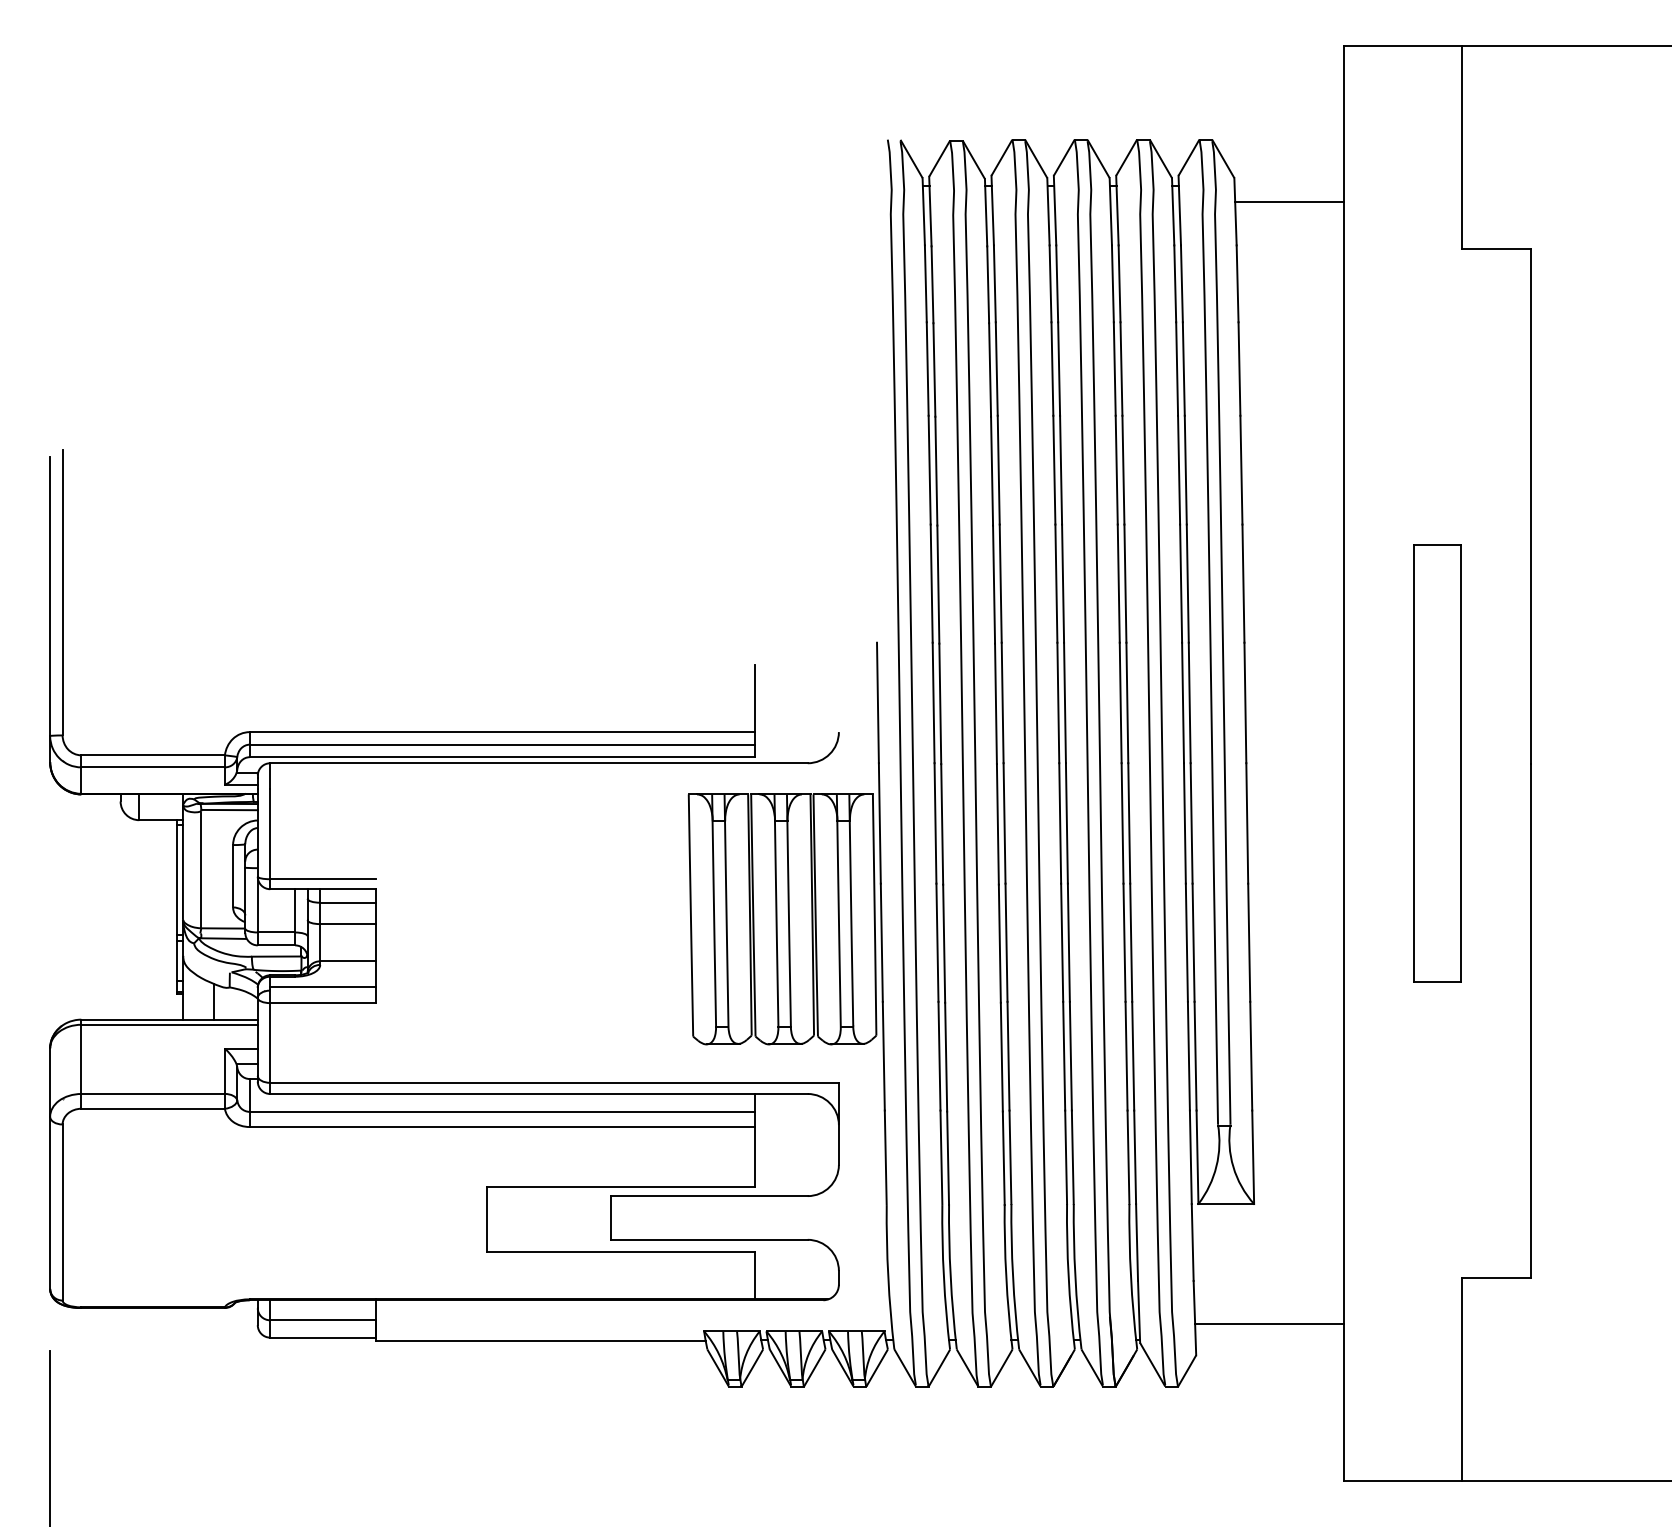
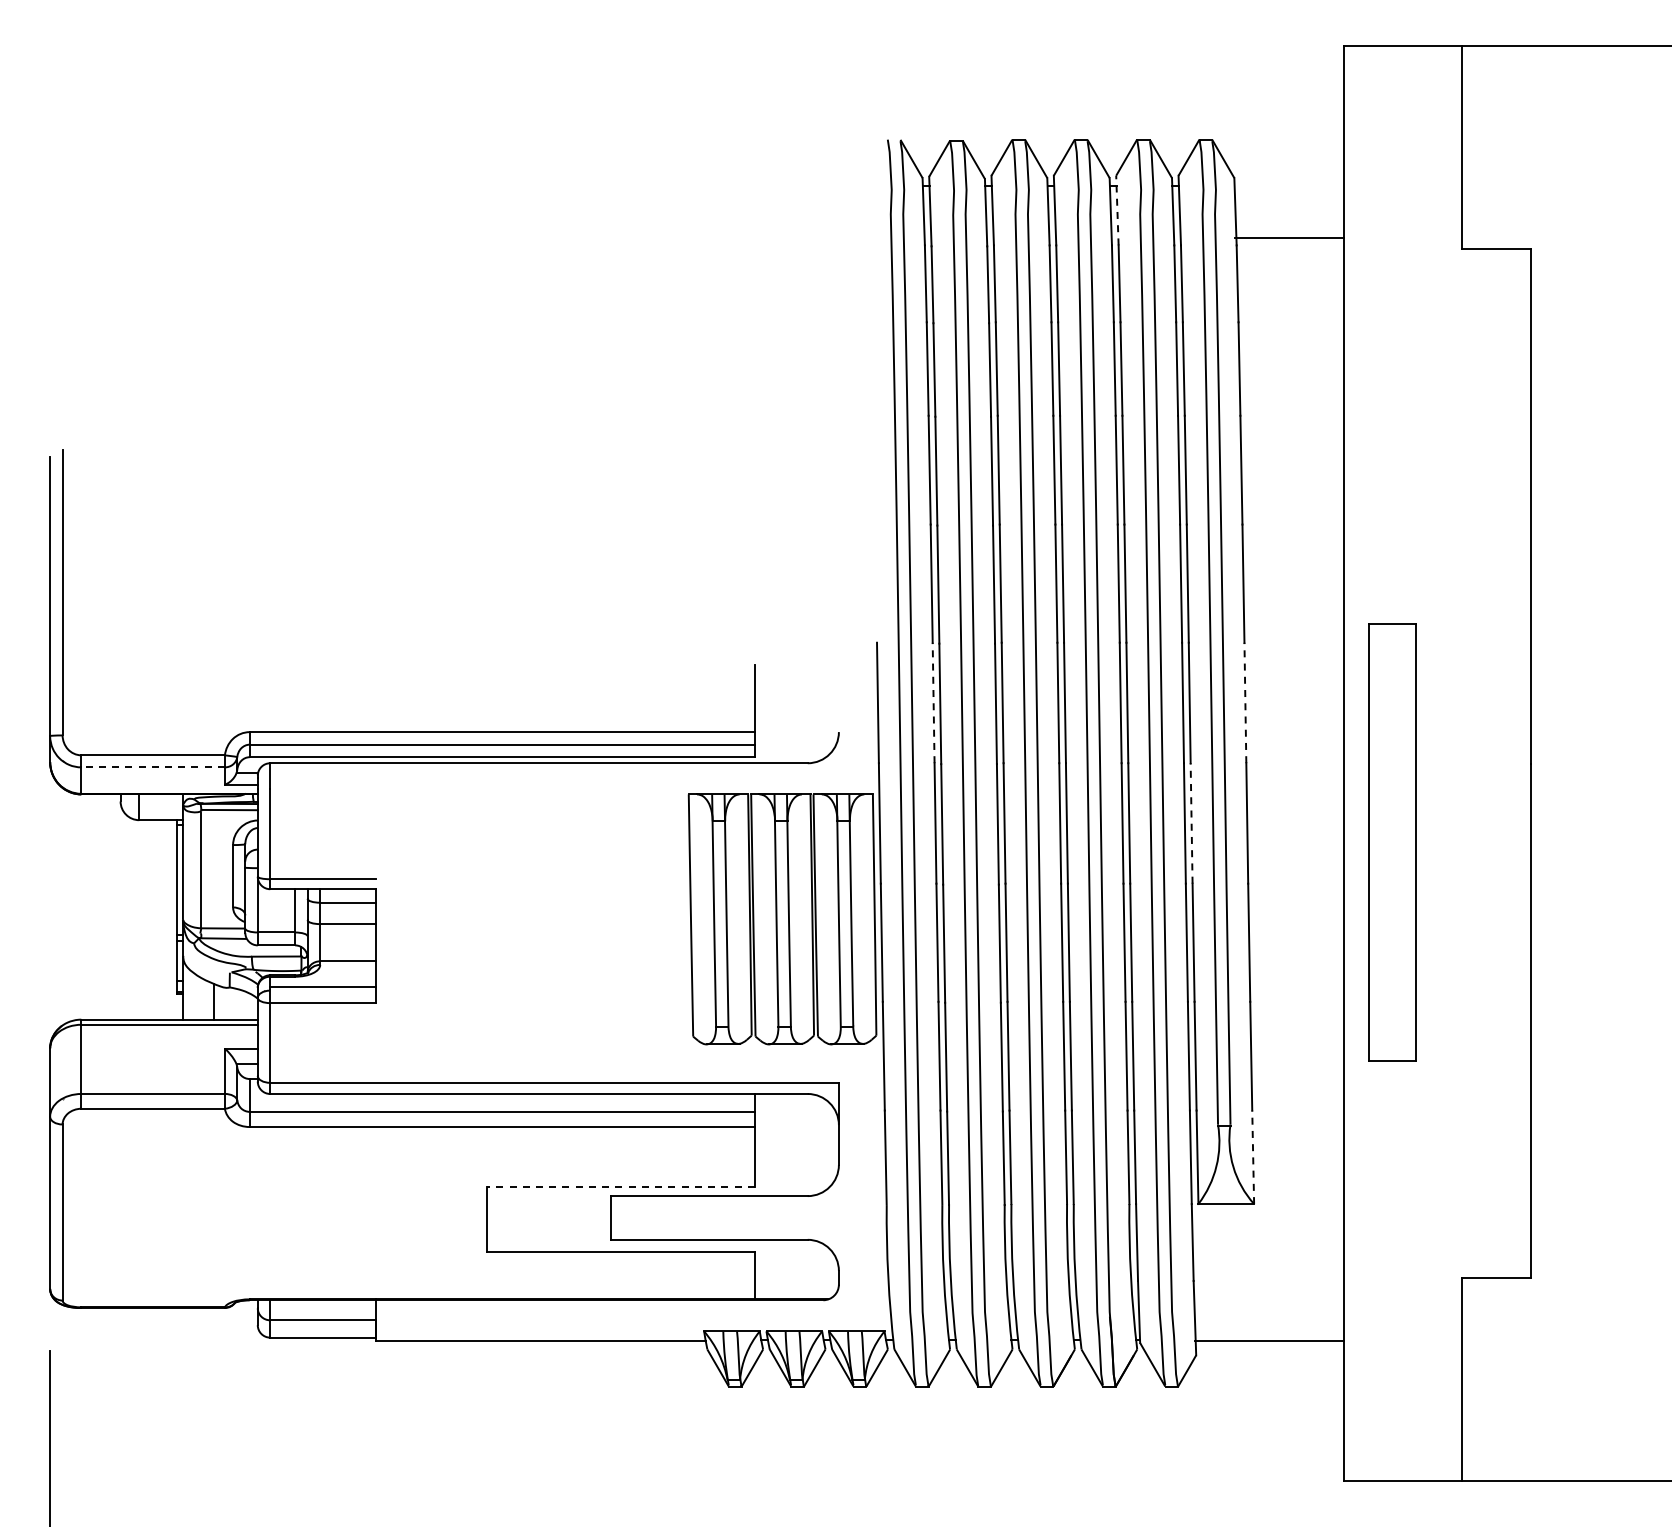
line at (1288, 202) position: (1288, 202) -> (1288, 238)
line at (1117, 210): solid -> dashed
line at (933, 702): solid -> dashed
line at (1245, 702): solid -> dashed
part at (1437, 763) position: (1437, 763) -> (1392, 842)
line at (153, 767): solid -> dashed
line at (1191, 822): solid -> dashed
line at (1253, 1157): solid -> dashed
line at (620, 1186): solid -> dashed
line at (1269, 1324) position: (1269, 1324) -> (1269, 1341)
